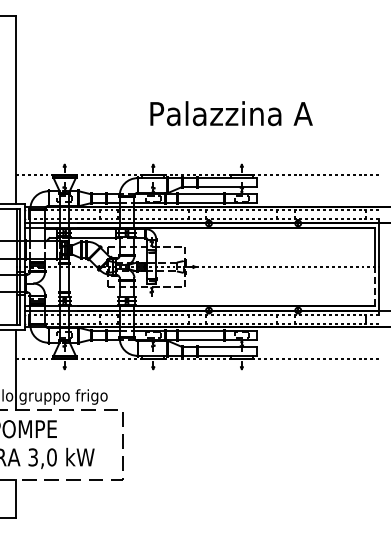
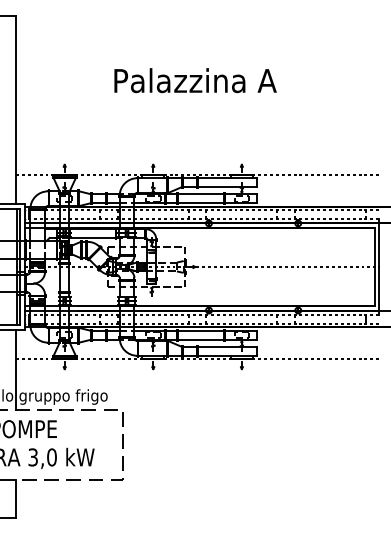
text at (231, 113) position: (231, 113) -> (195, 80)
line at (374, 286): dashed -> solid
